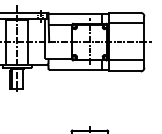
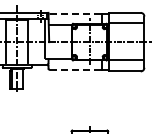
line at (75, 14): solid -> dashed
line at (75, 69): solid -> dashed
